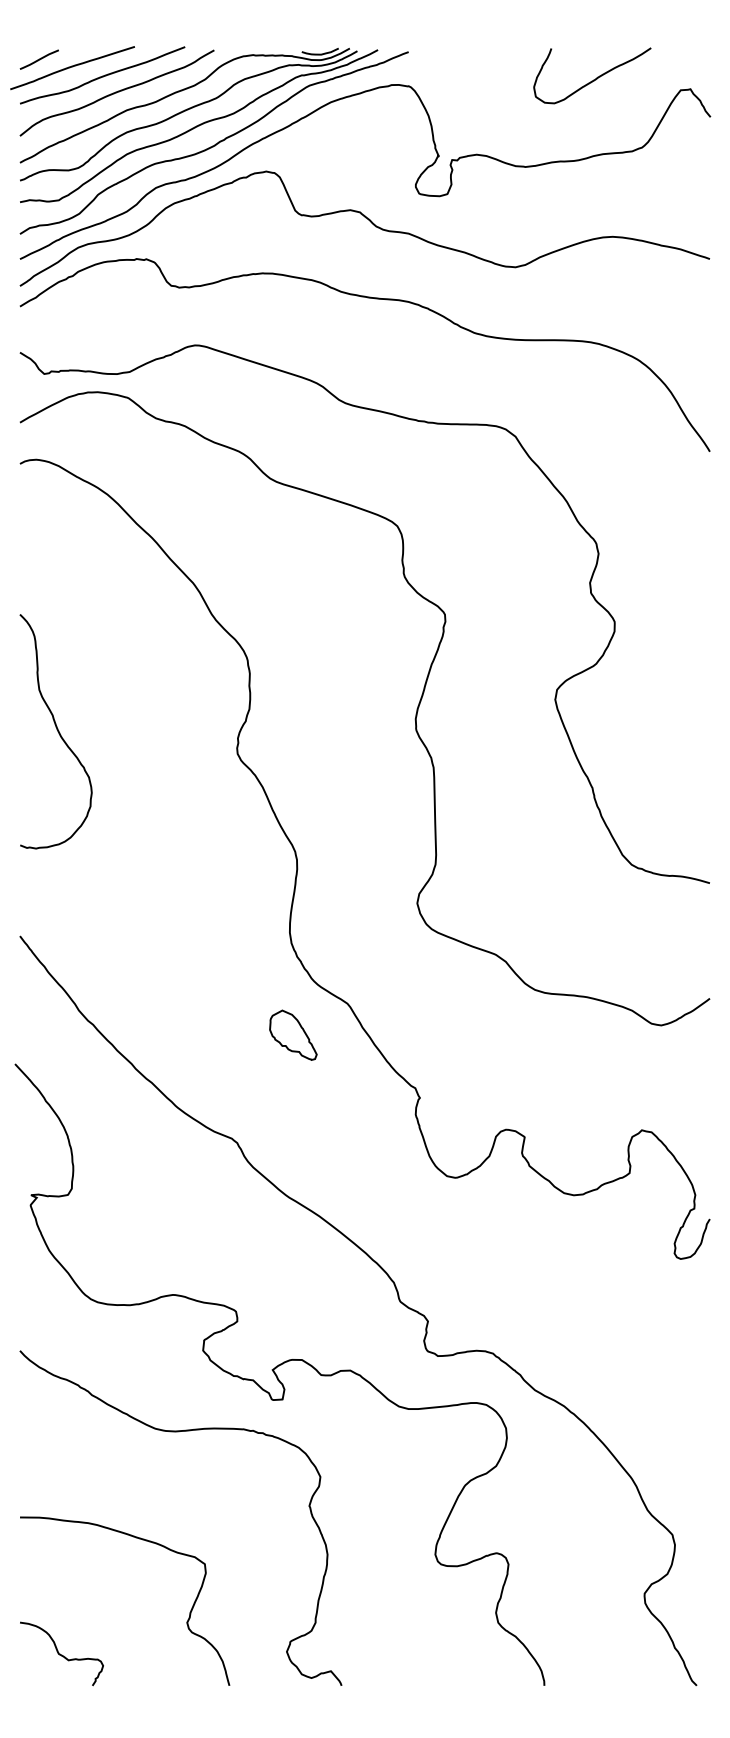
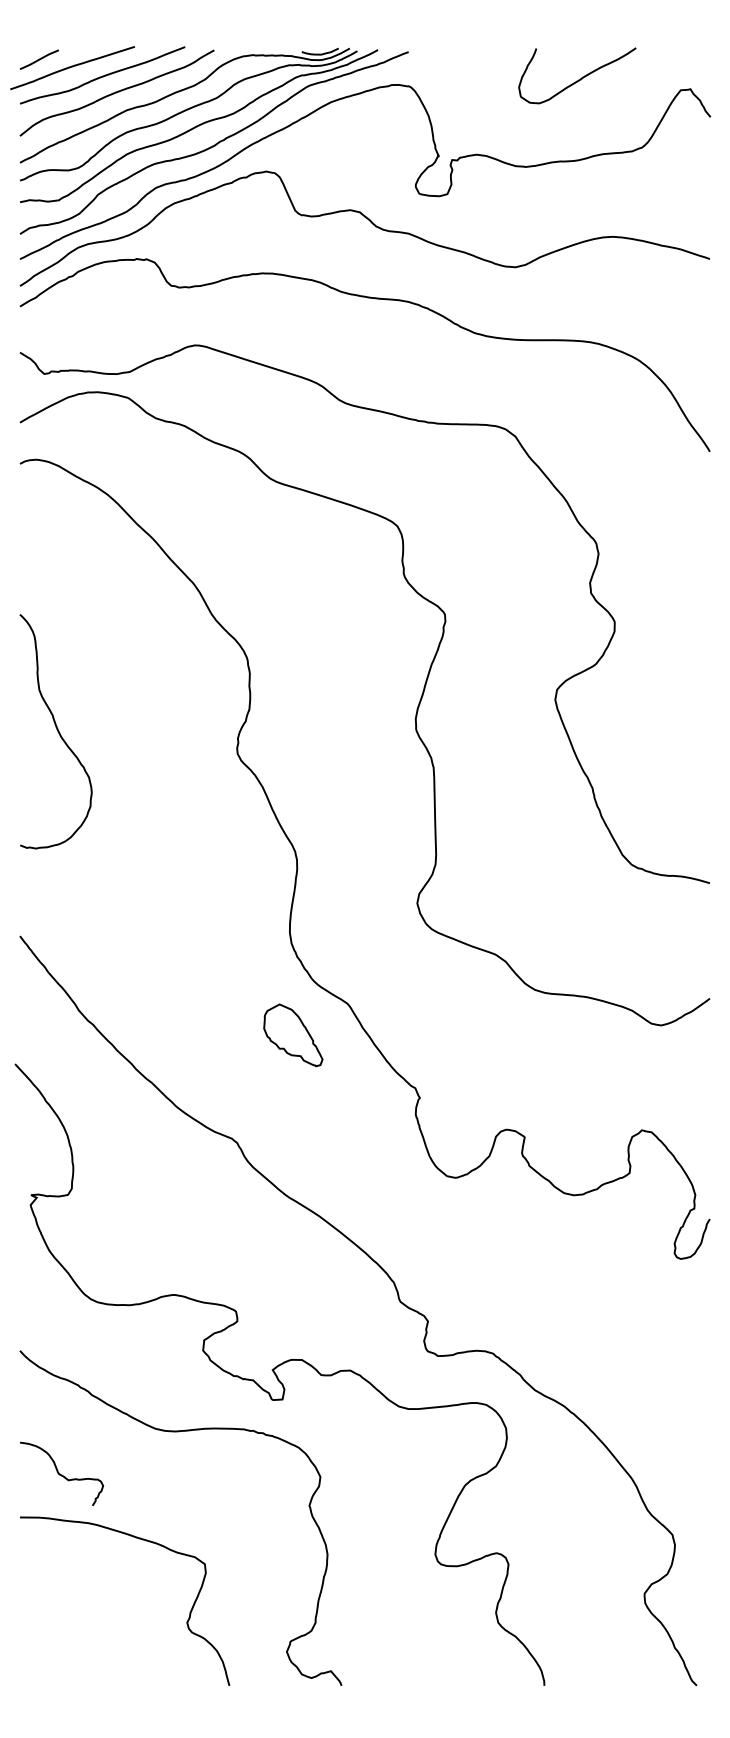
curve at (593, 79) position: (593, 79) -> (578, 79)
part at (293, 1034) size: 49x52 px -> 61x65 px
curve at (60, 1653) position: (60, 1653) -> (60, 1473)
